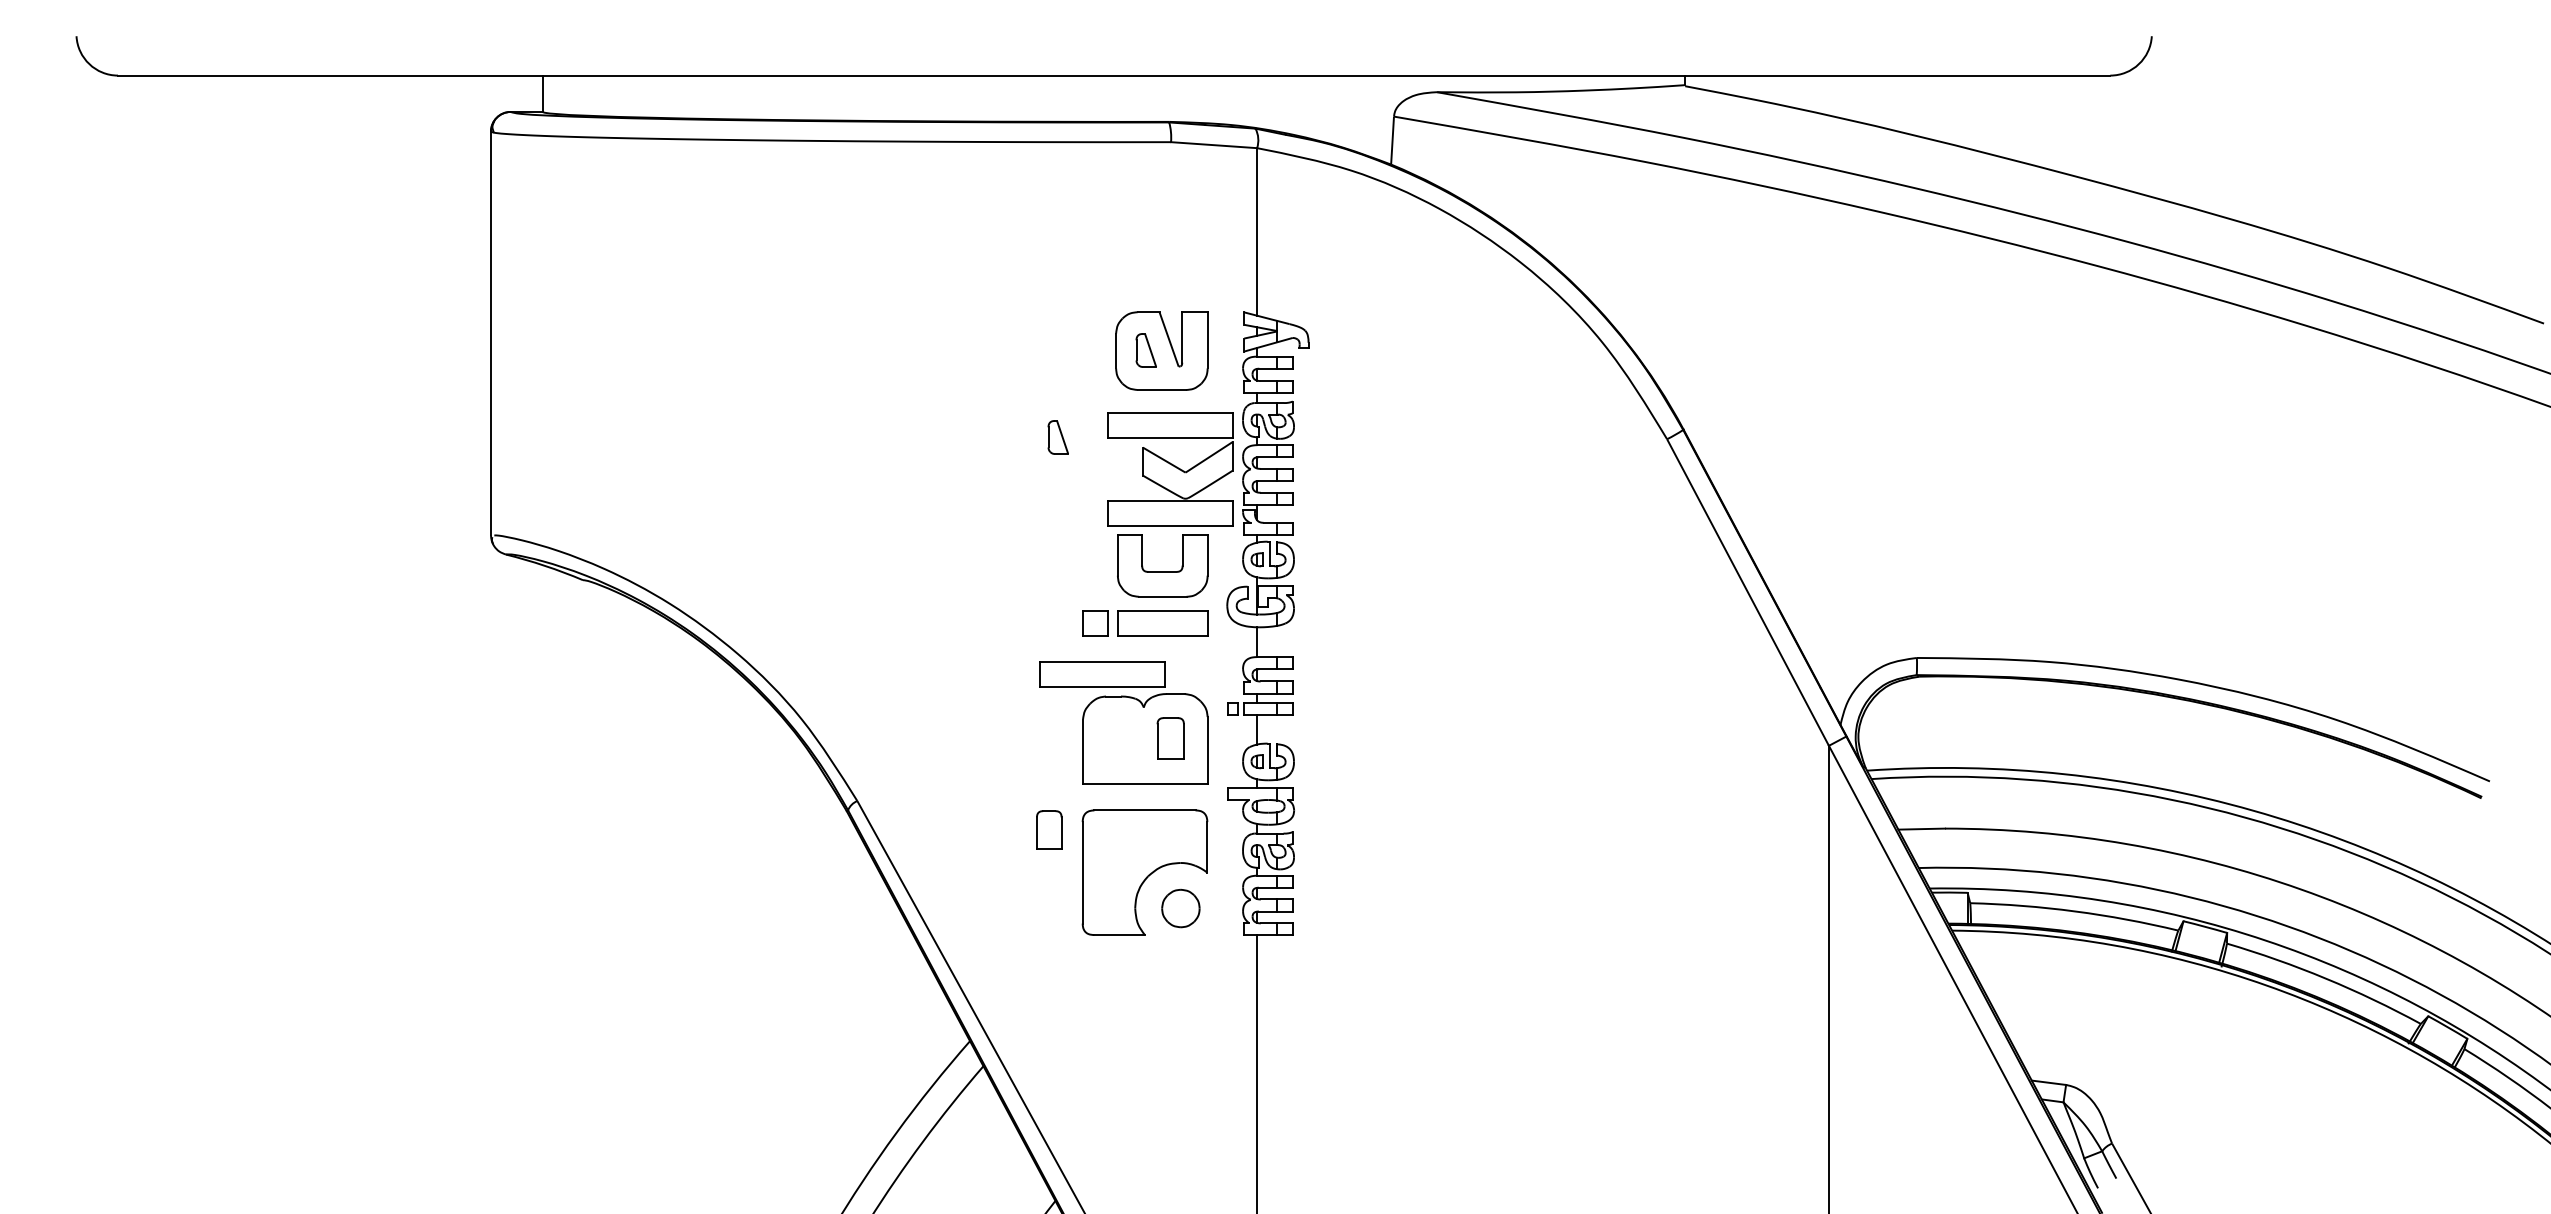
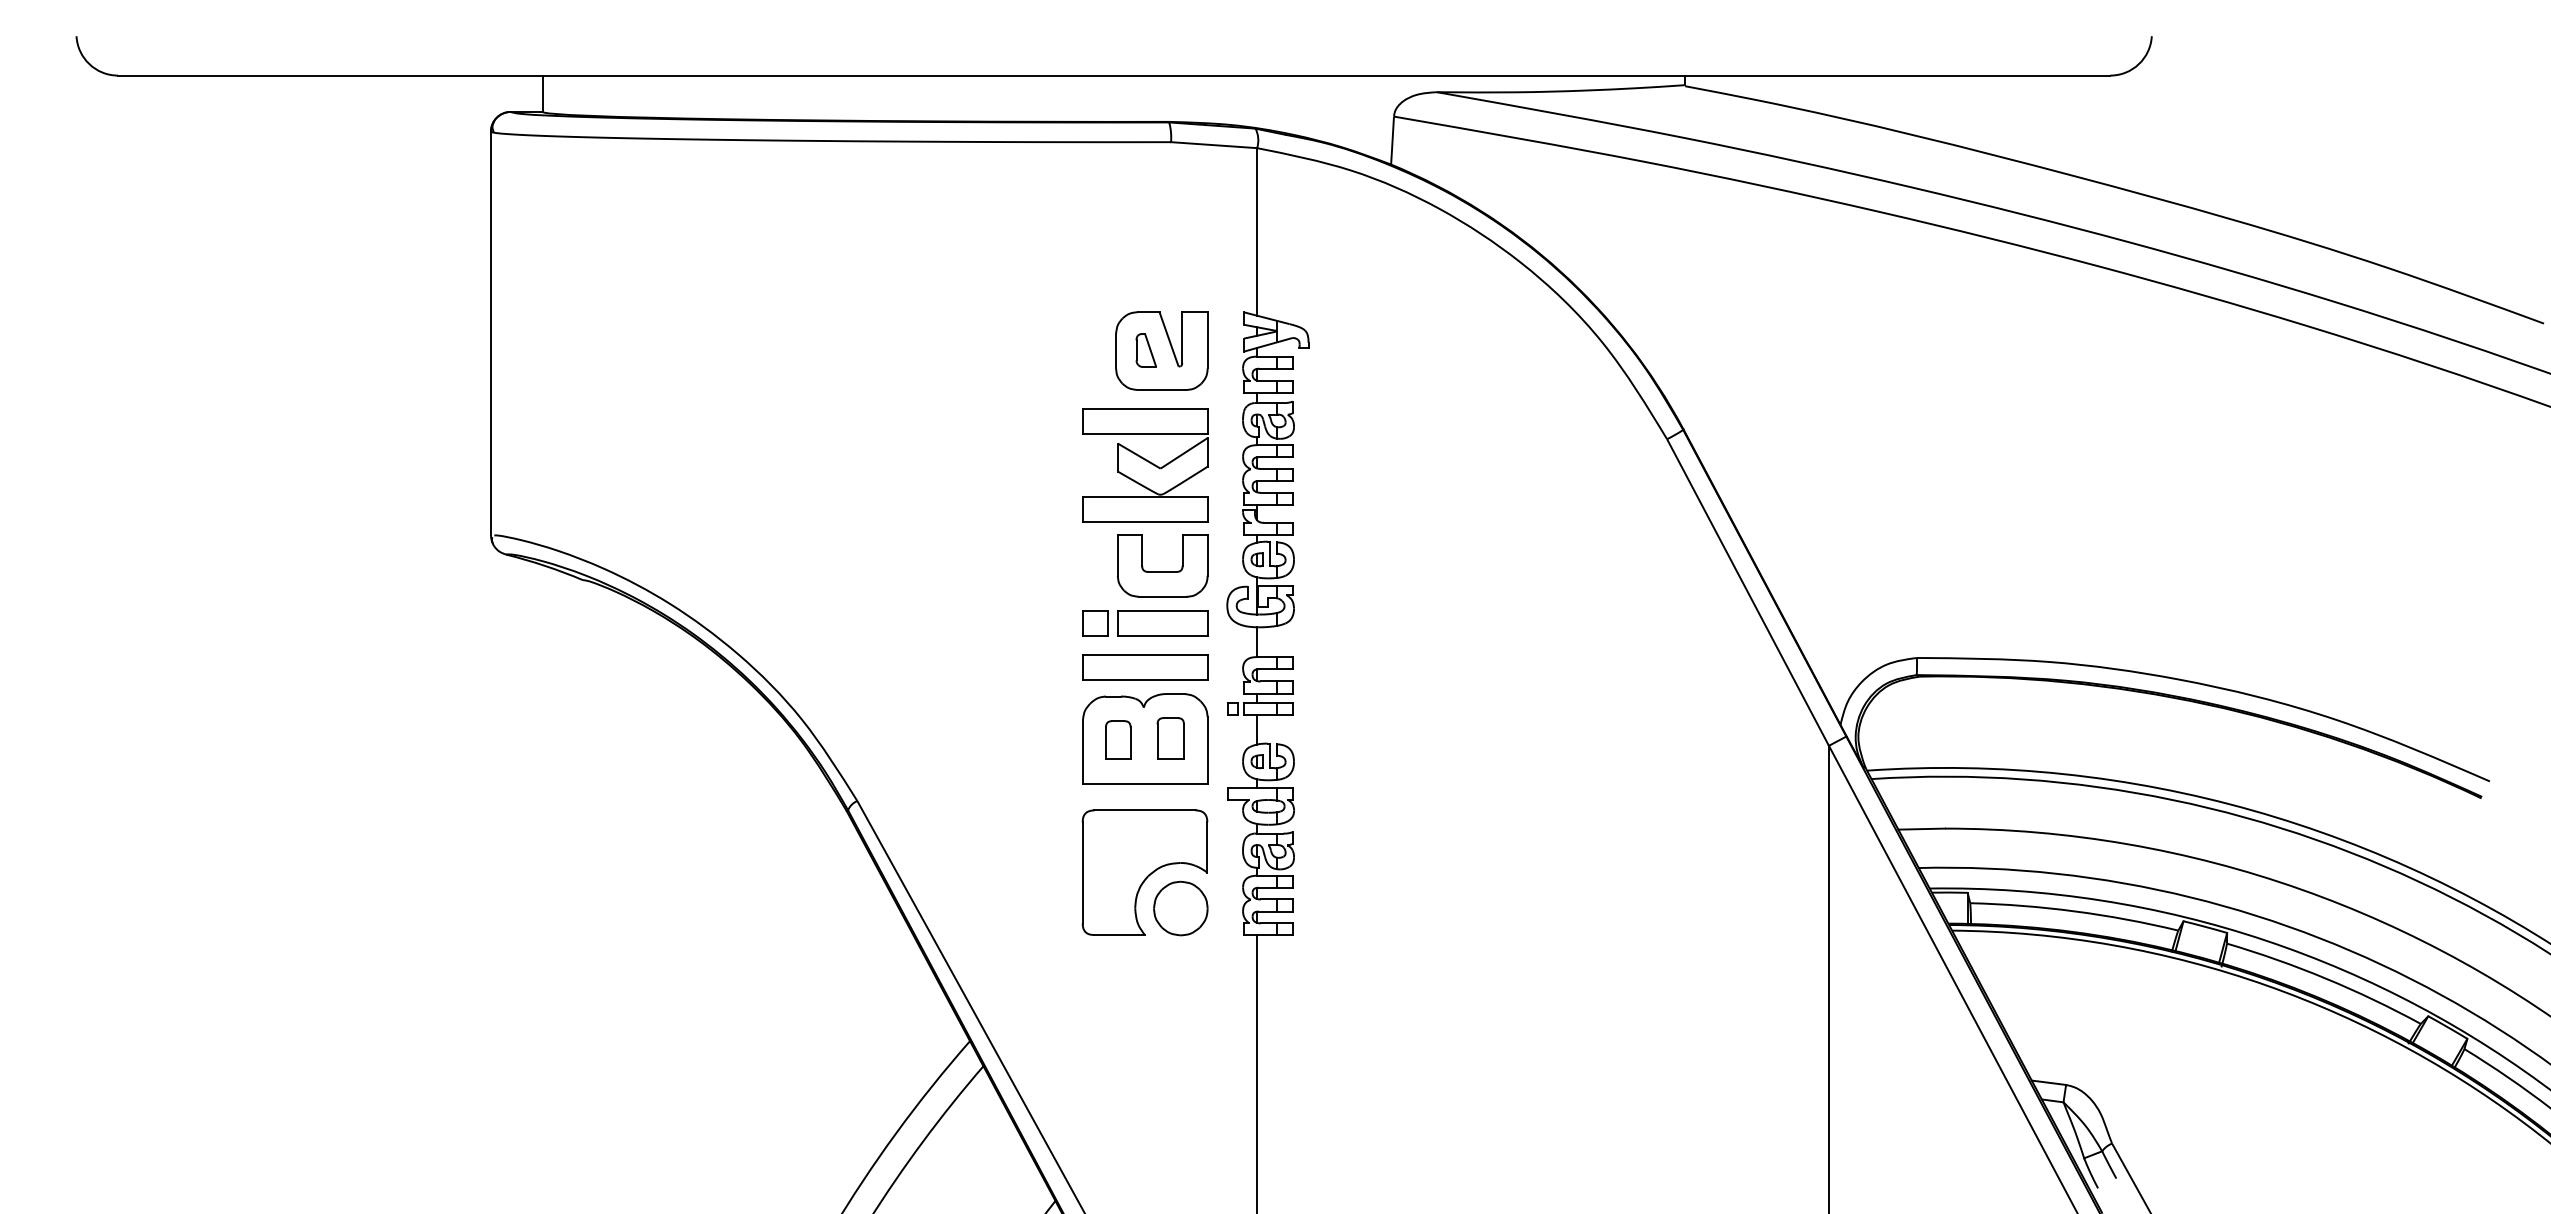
part at (1057, 437): present -> none
part at (1170, 469) position: (1170, 469) -> (1145, 465)
part at (1102, 674) position: (1102, 674) -> (1145, 667)
part at (1049, 829) position: (1049, 829) -> (1118, 739)
part at (1180, 908) size: 40x41 px -> 56x57 px
